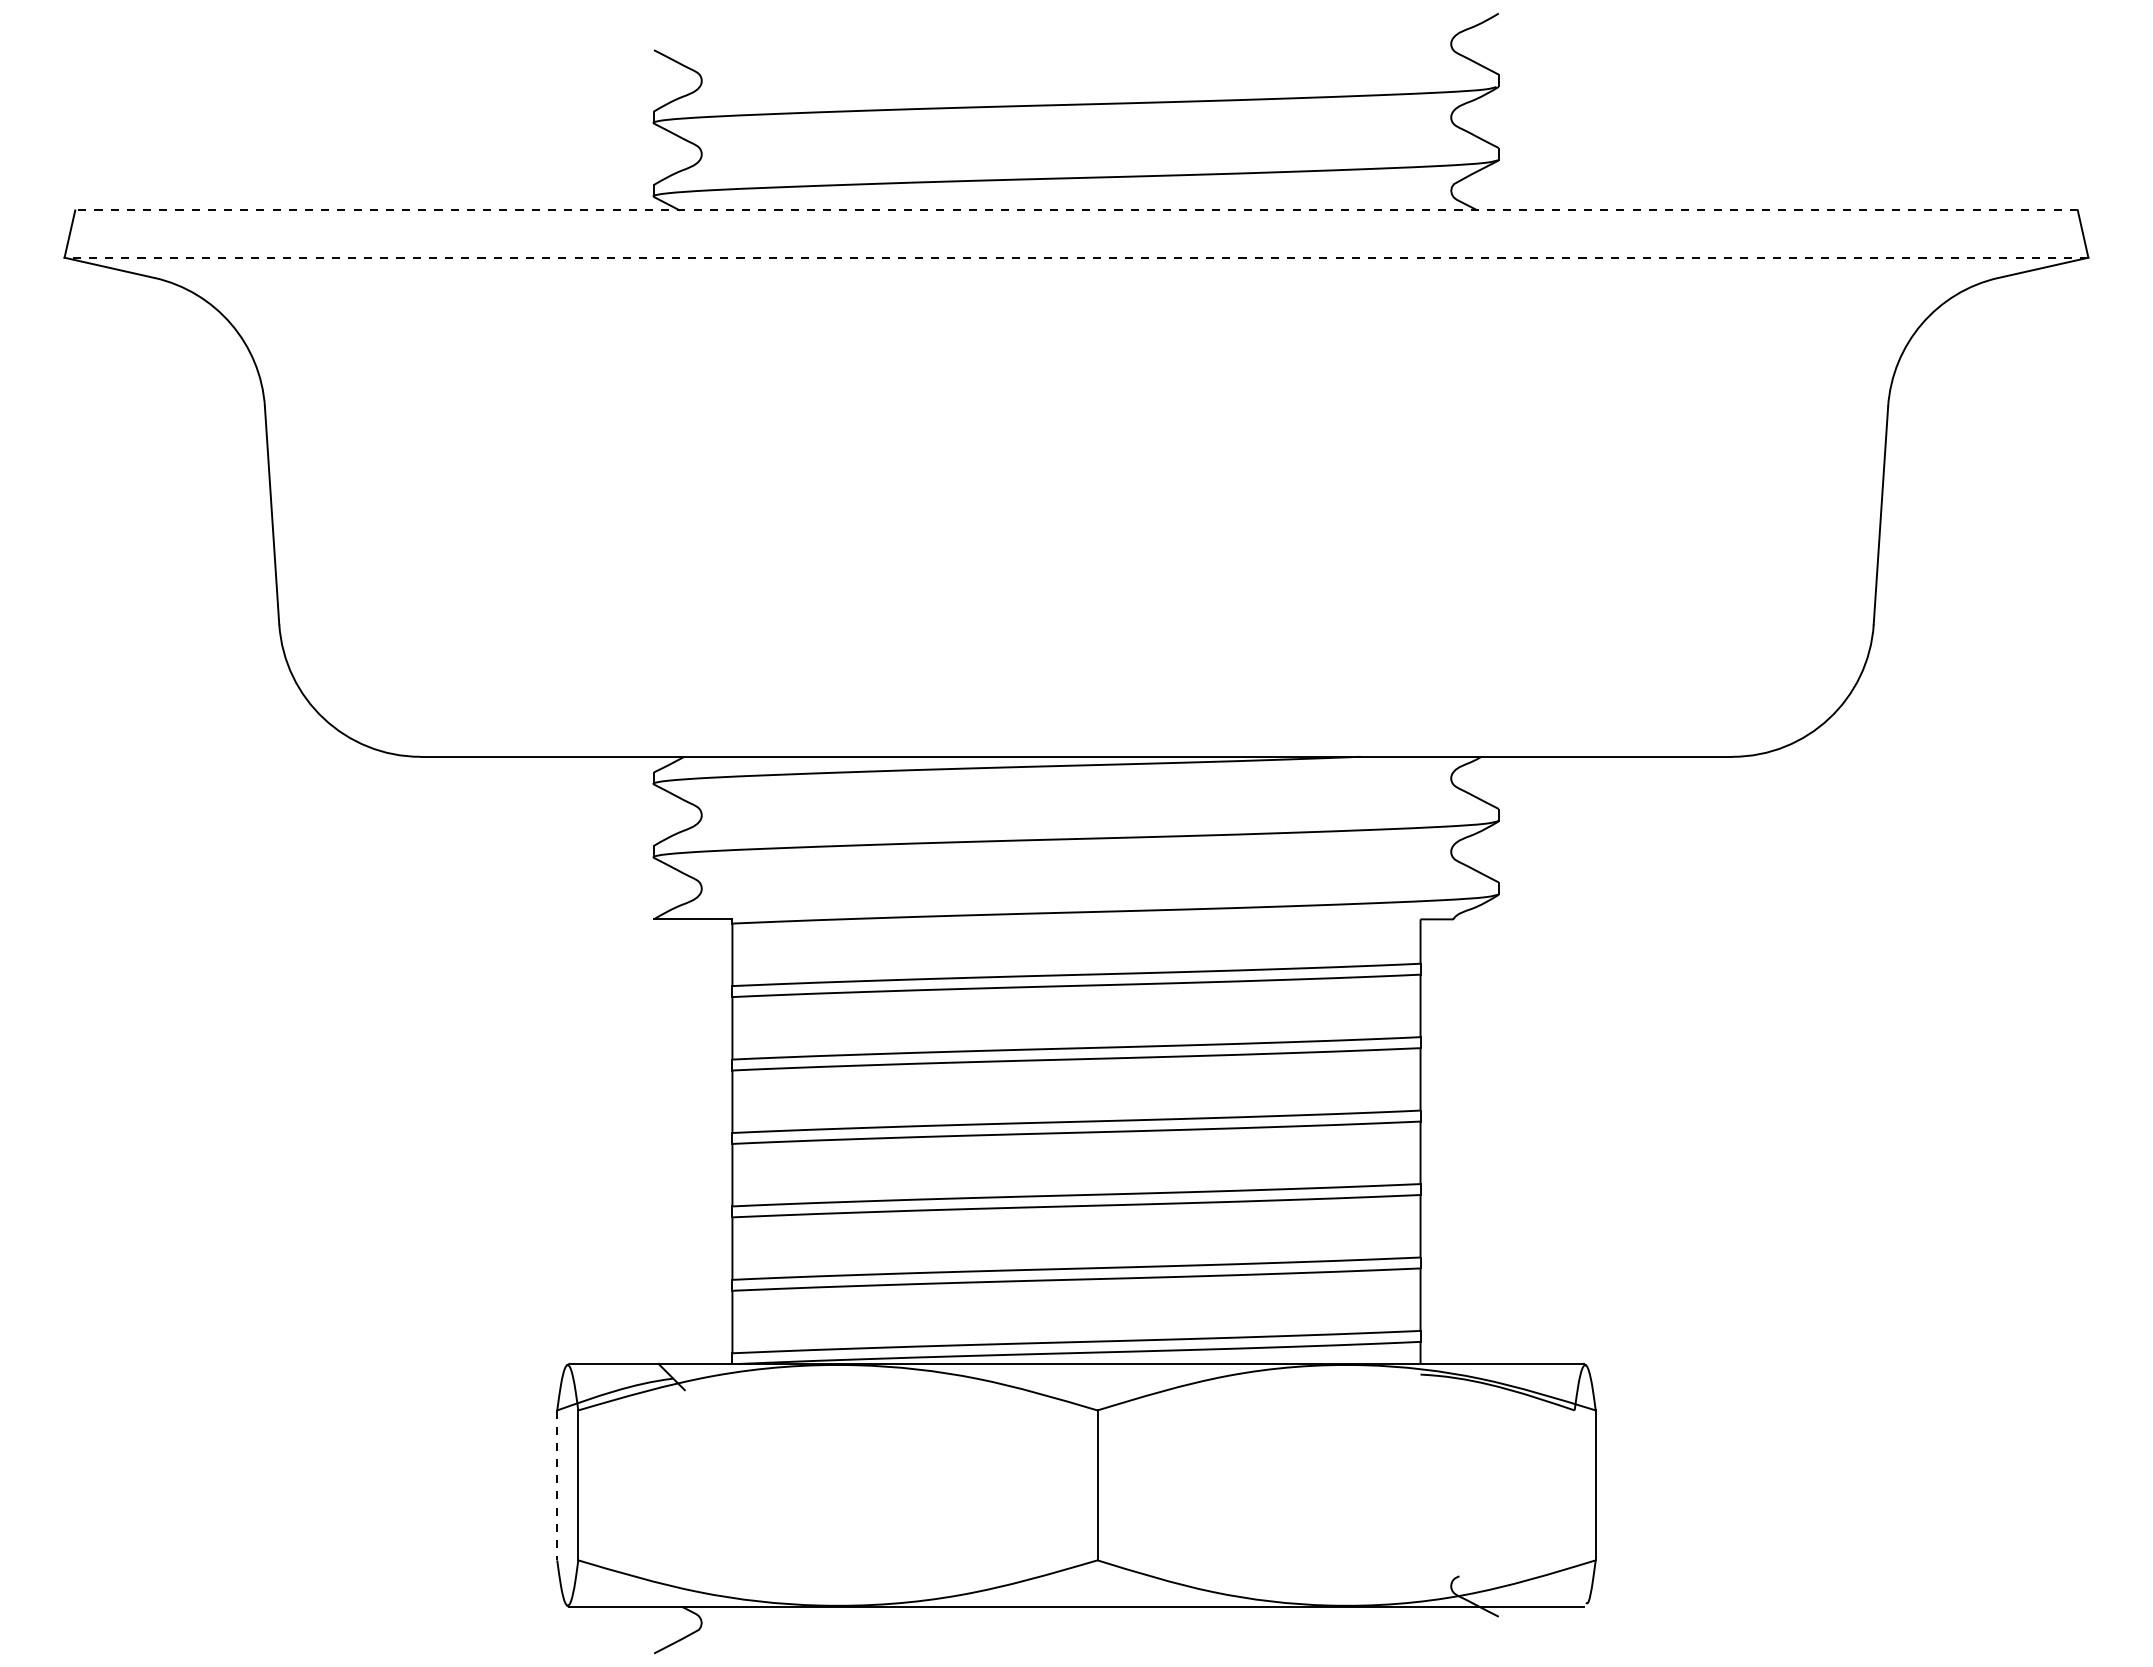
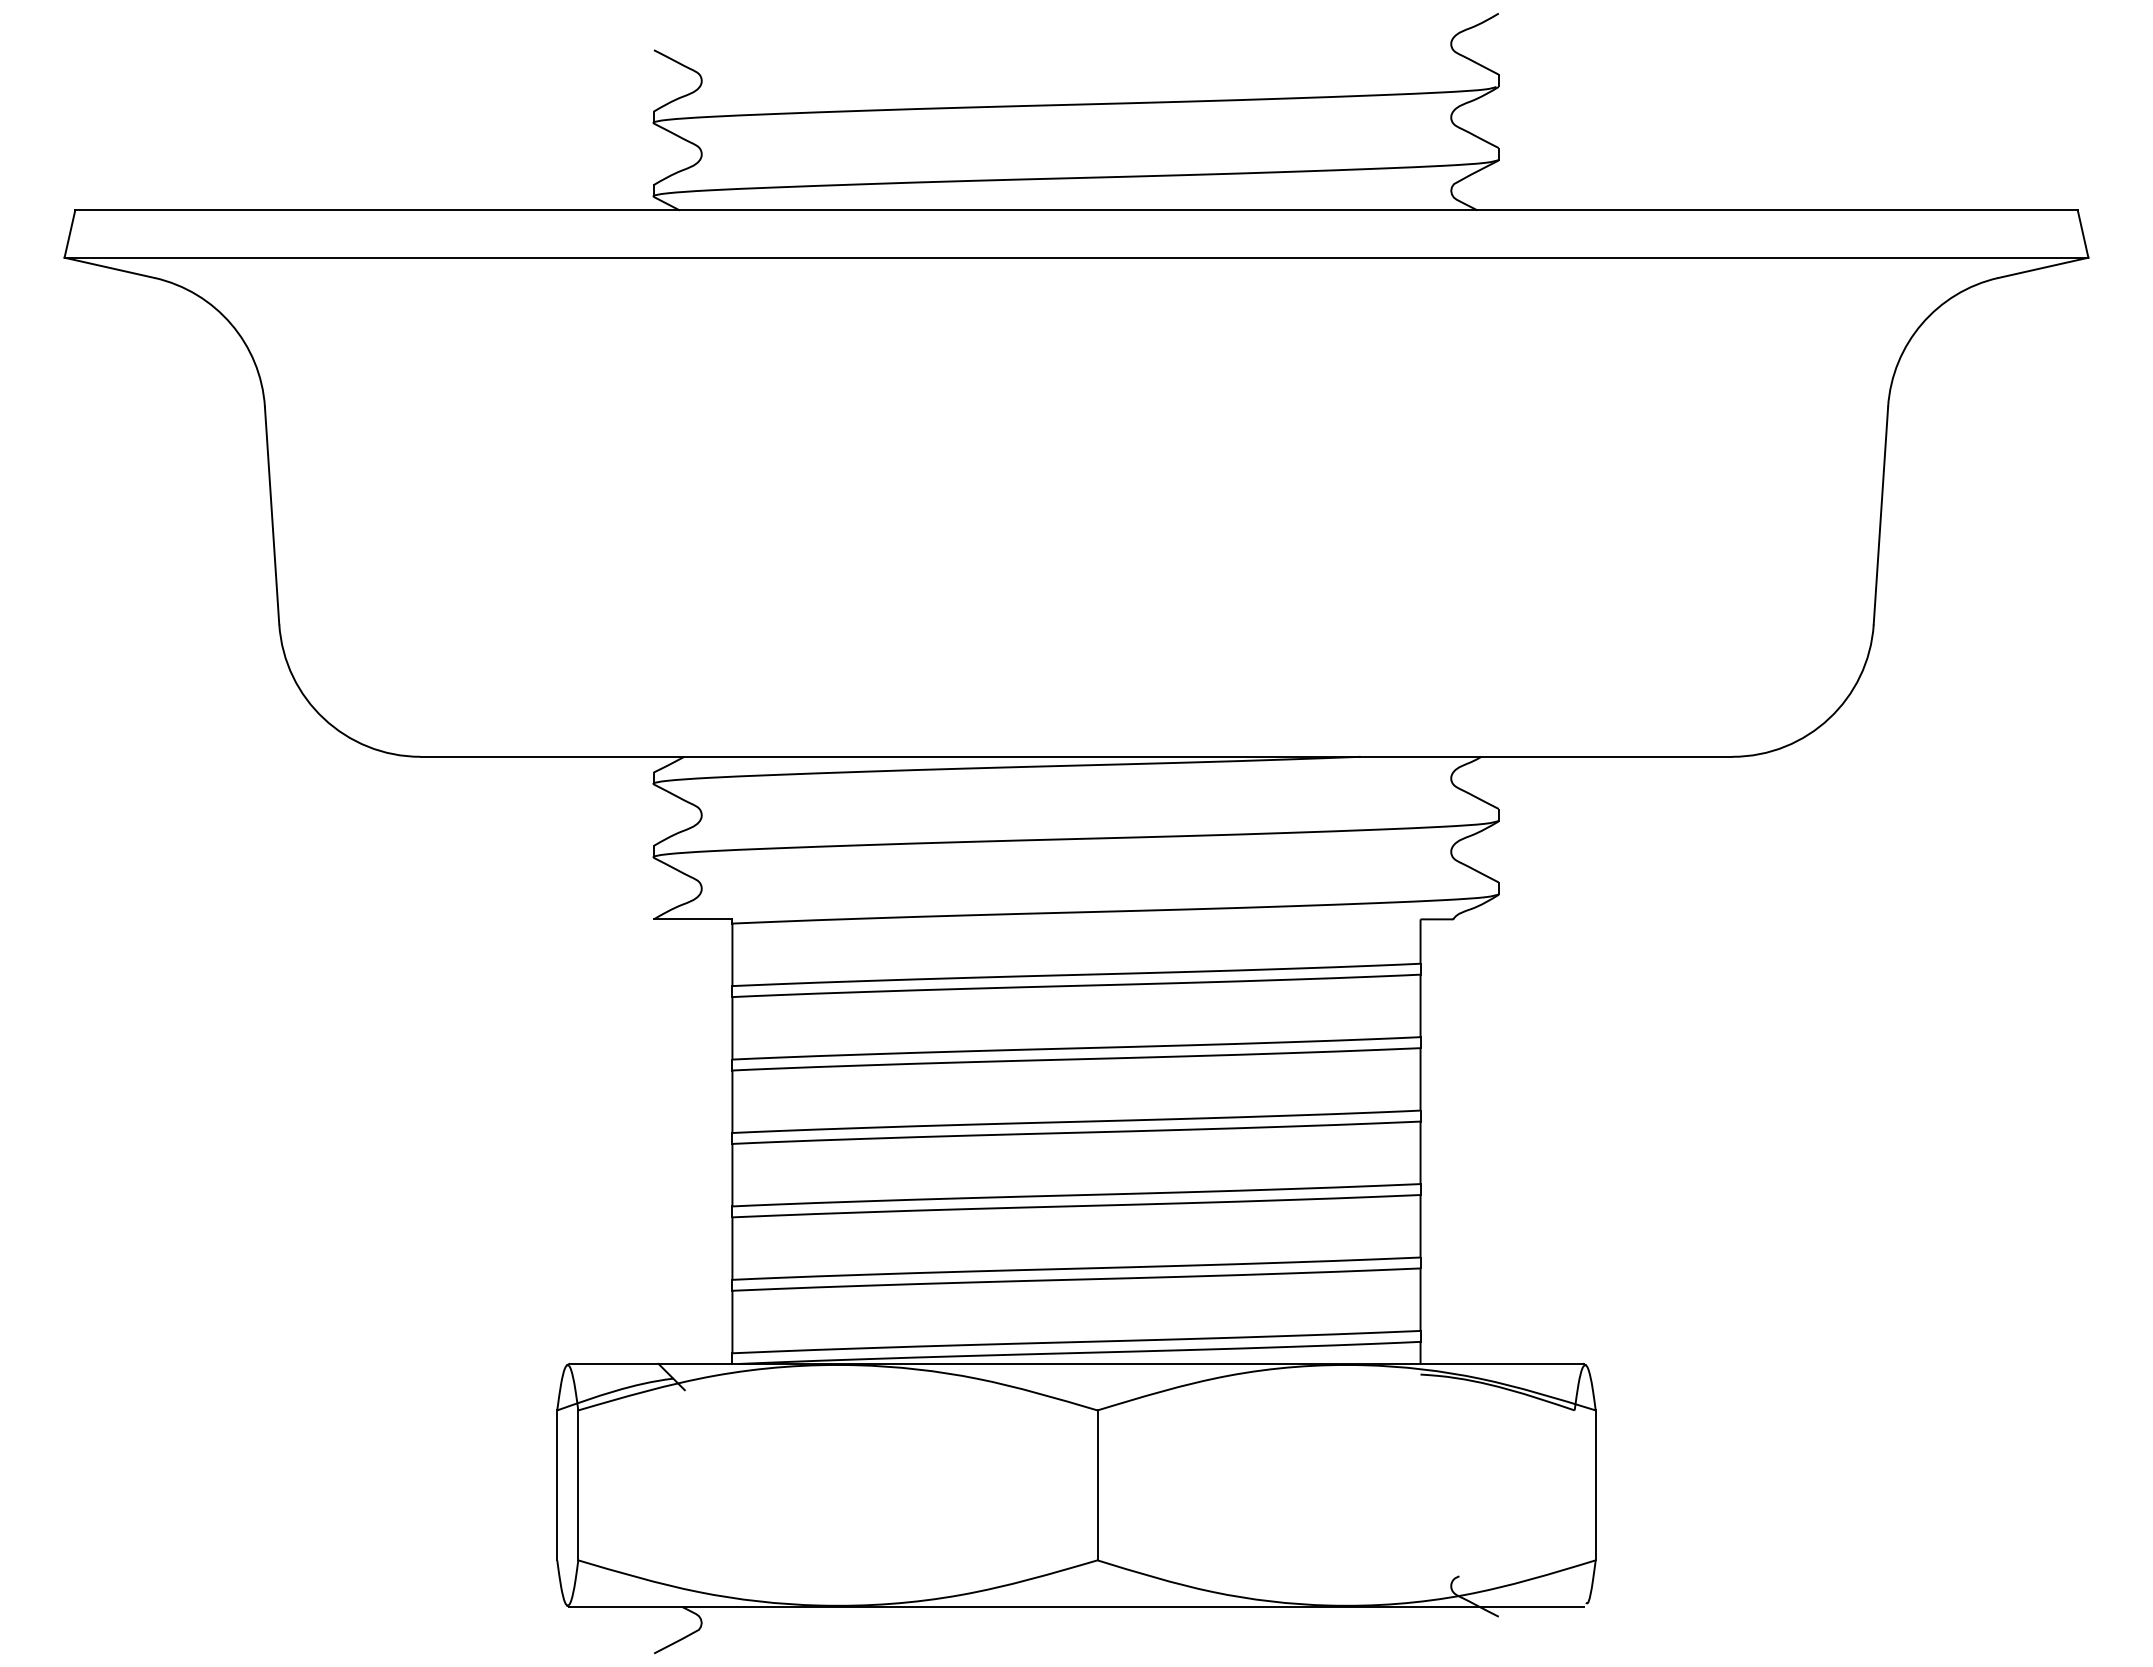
line at (1076, 210): dashed -> solid
line at (1076, 257): dashed -> solid
line at (557, 1485): dashed -> solid
